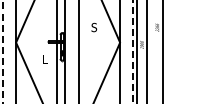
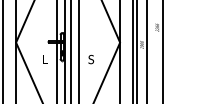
text at (94, 27) position: (94, 27) -> (91, 59)
line at (71, 51): none -> present
line at (3, 52): dashed -> solid
line at (132, 52): dashed -> solid
